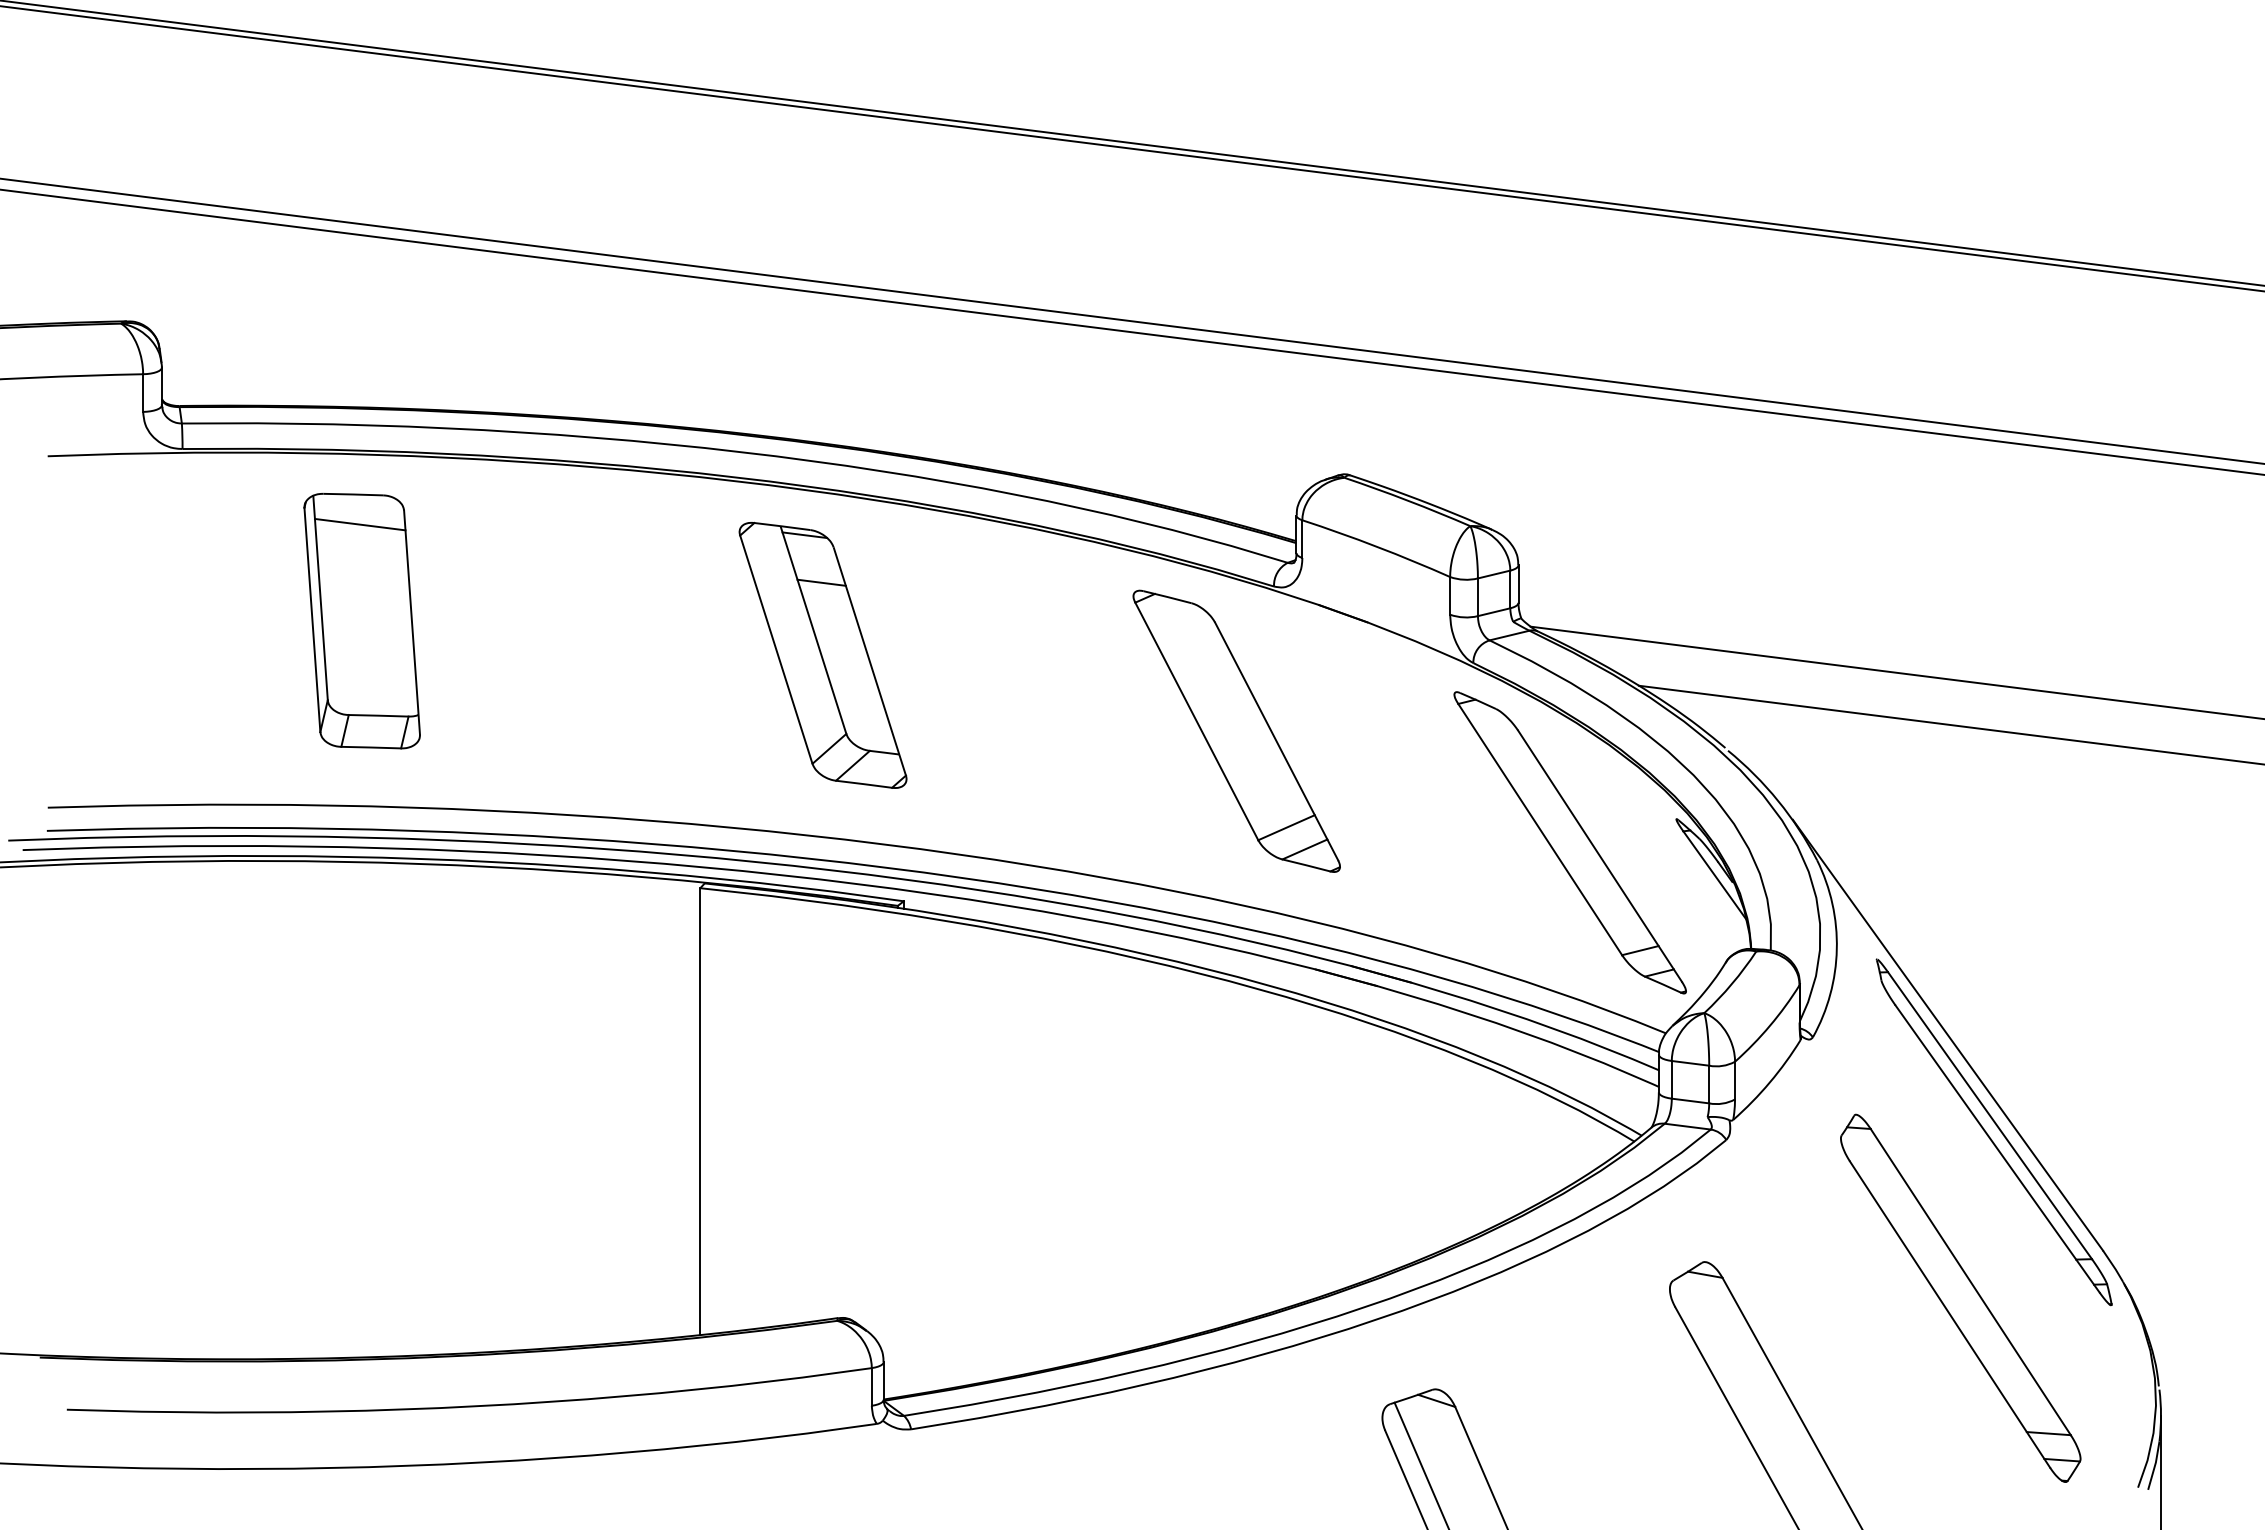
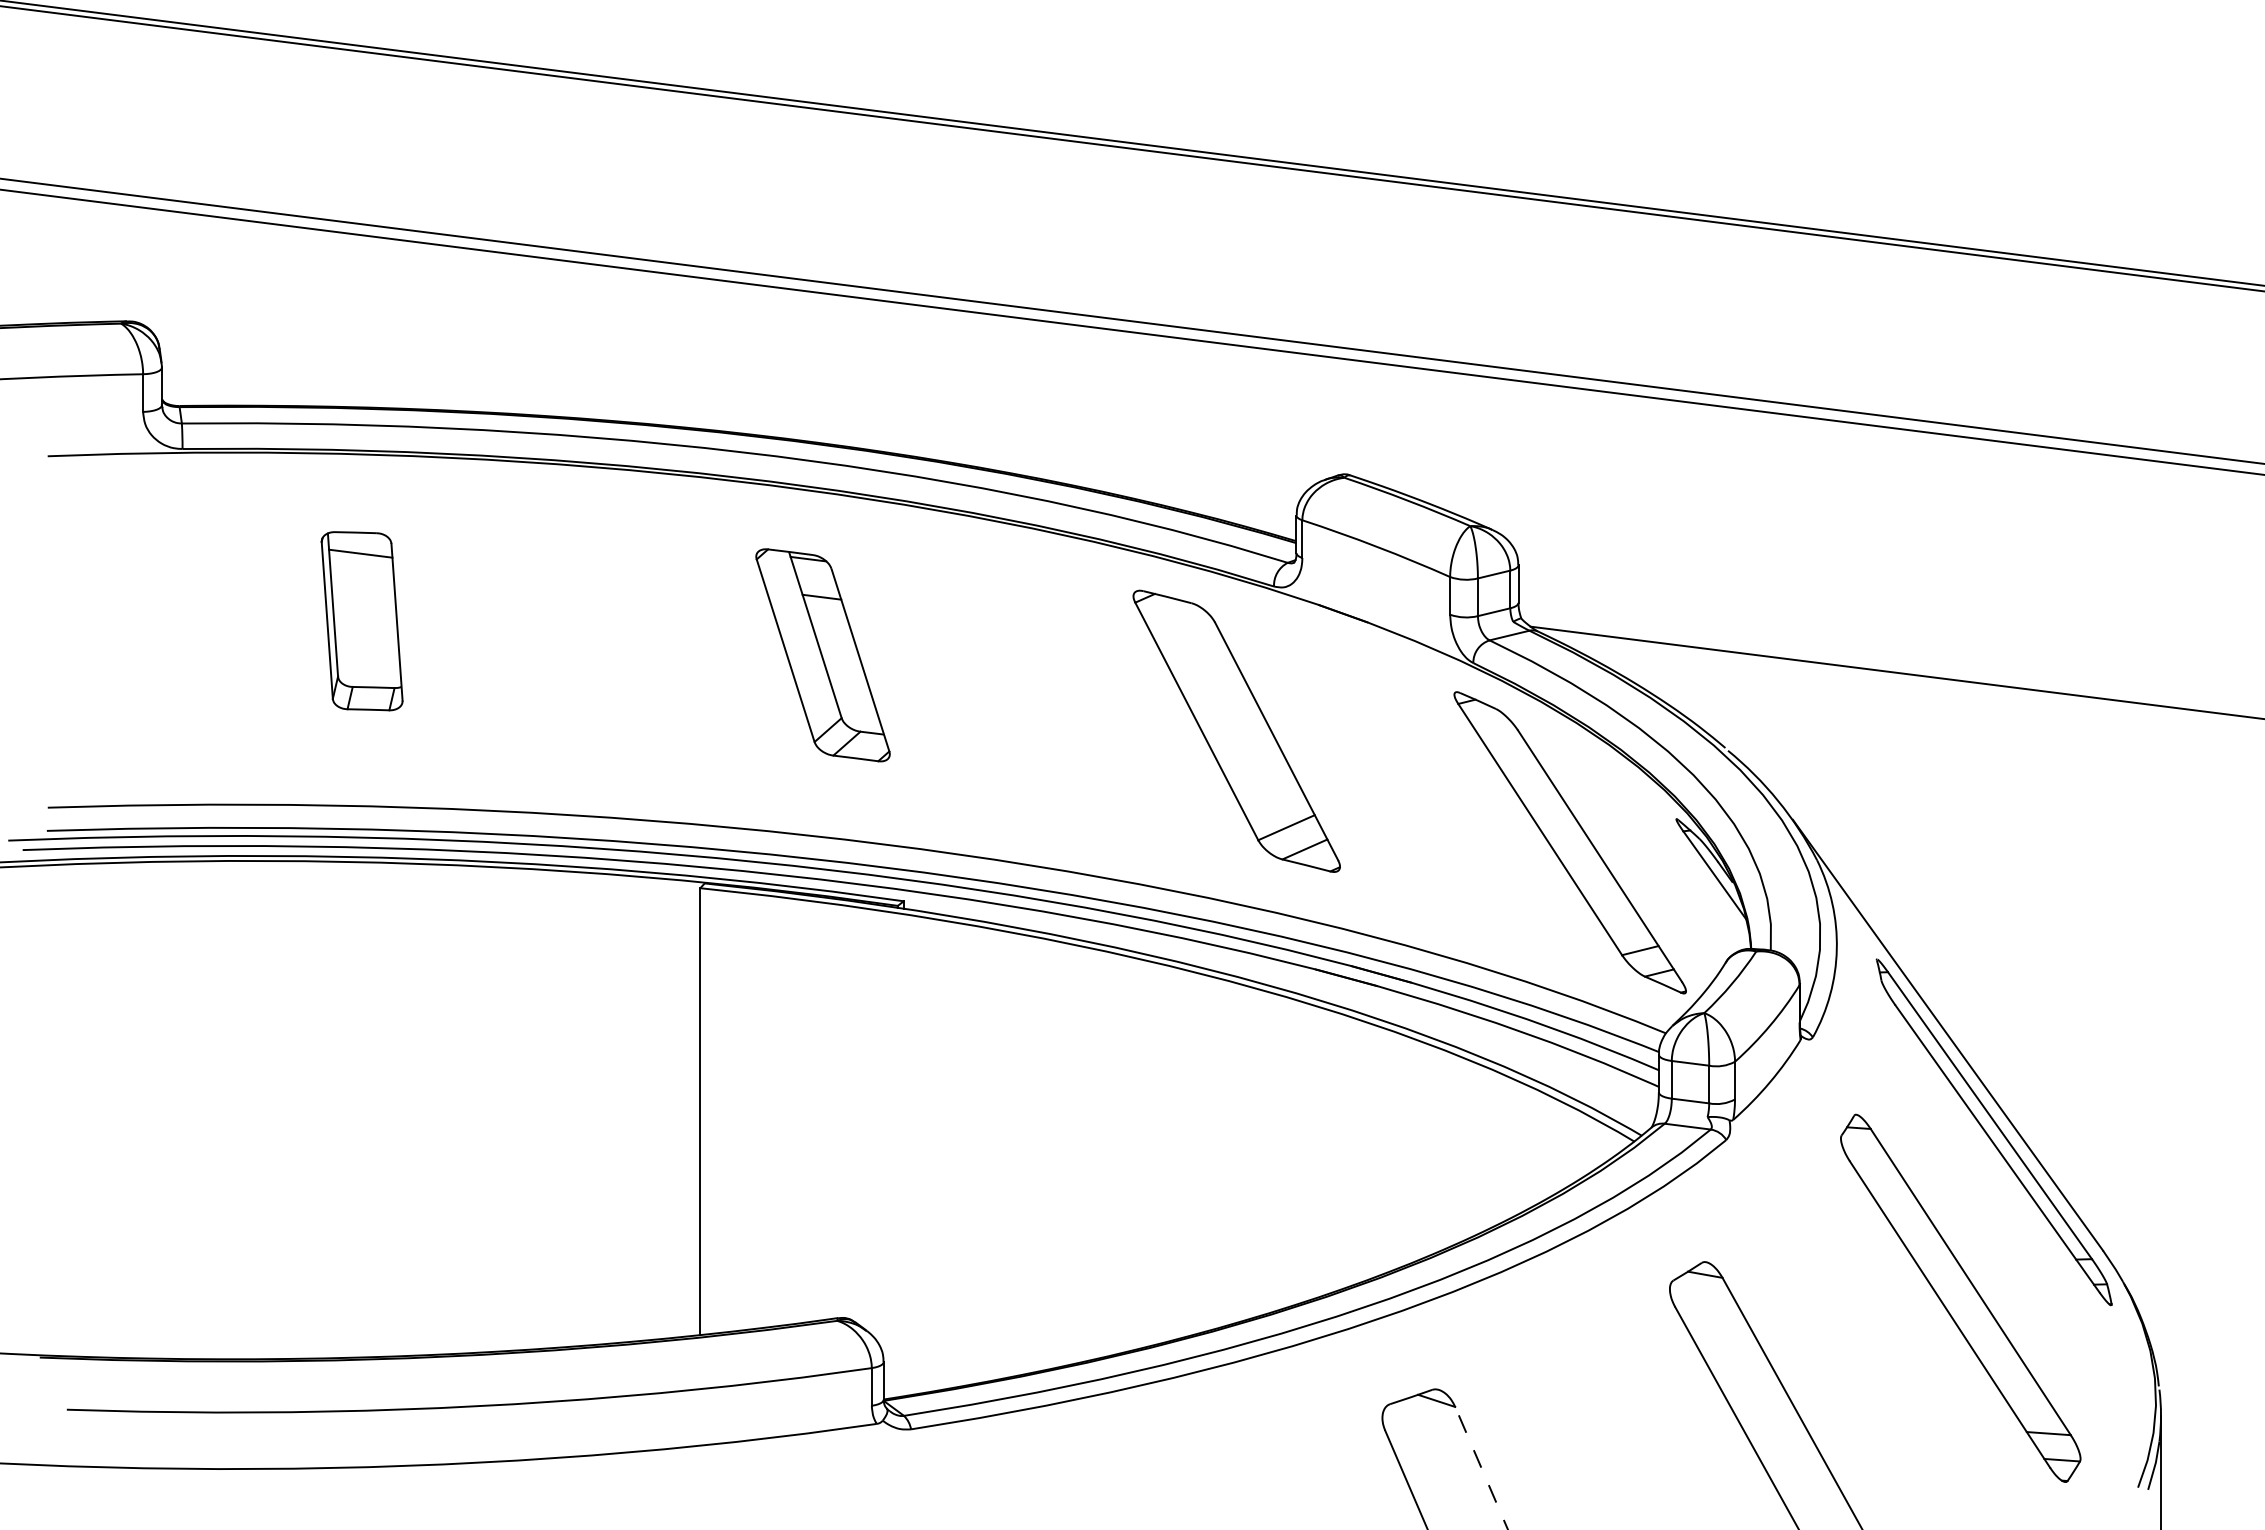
part at (361, 621) size: 118x257 px -> 84x181 px
part at (822, 654) size: 170x268 px -> 136x215 px
line at (1949, 724): present -> none
line at (1420, 1464): present -> none
line at (1481, 1467): solid -> dashed
